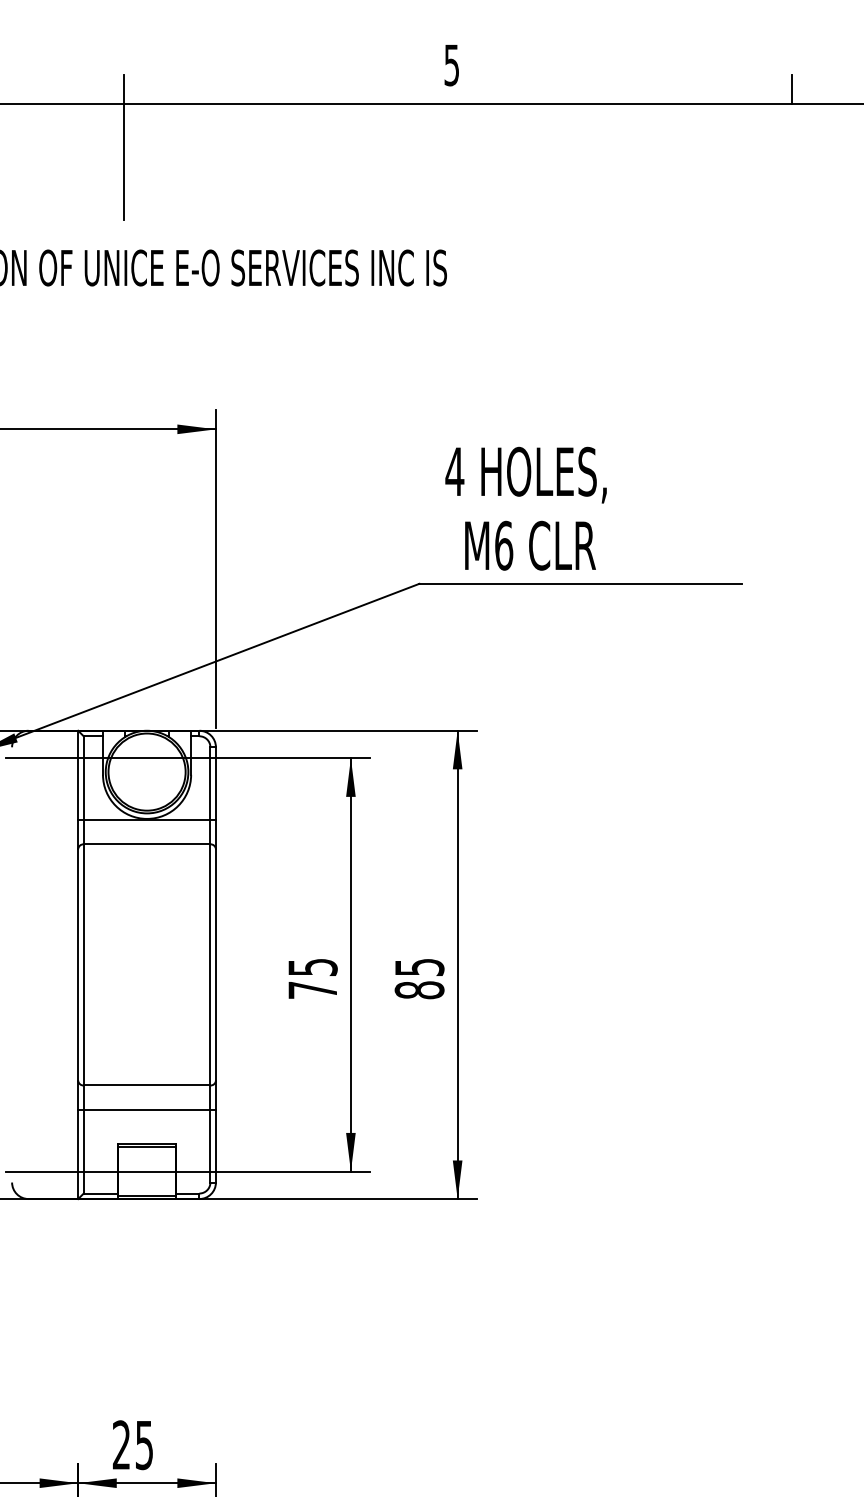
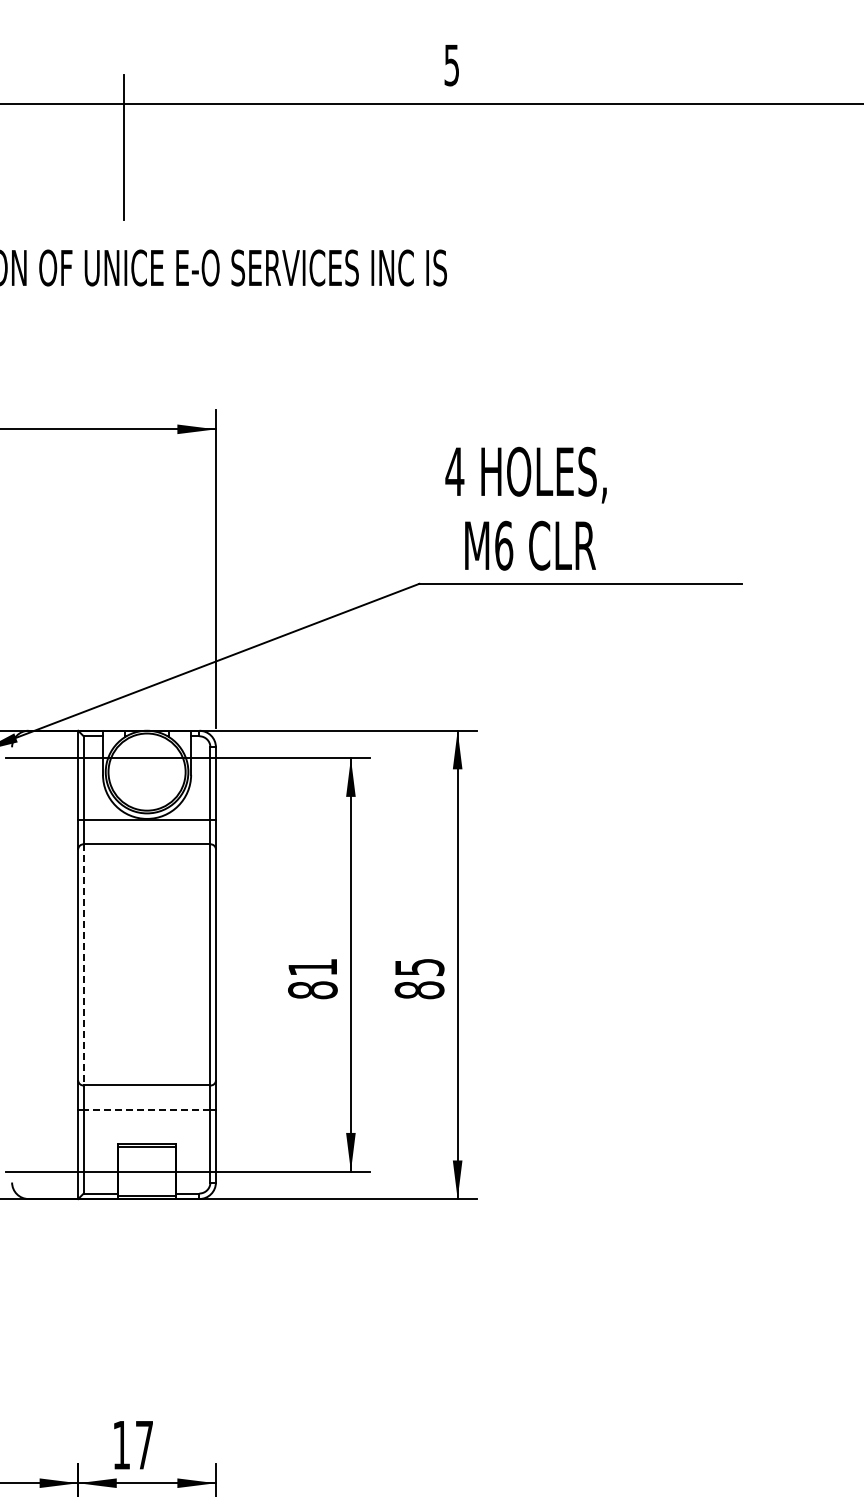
line at (792, 89): present -> none
line at (83, 964): solid -> dashed
text at (312, 979): 75 -> 81
line at (146, 1109): solid -> dashed
text at (132, 1445): 25 -> 17
